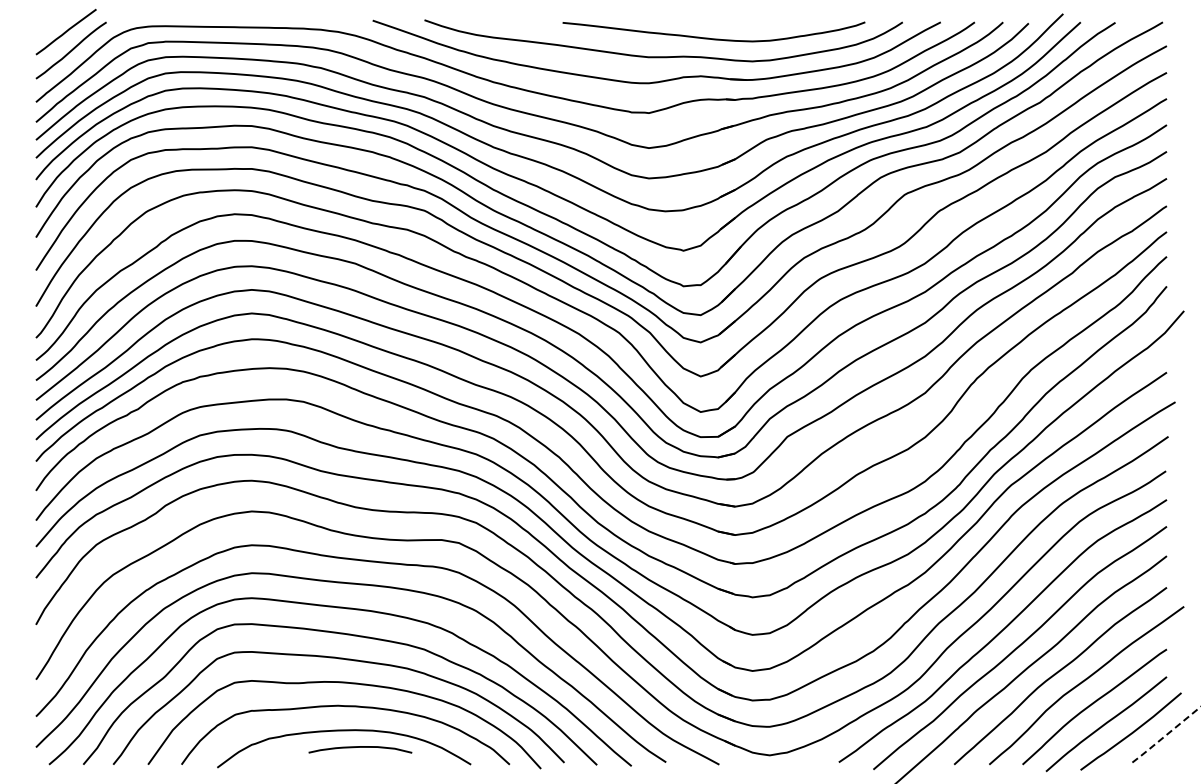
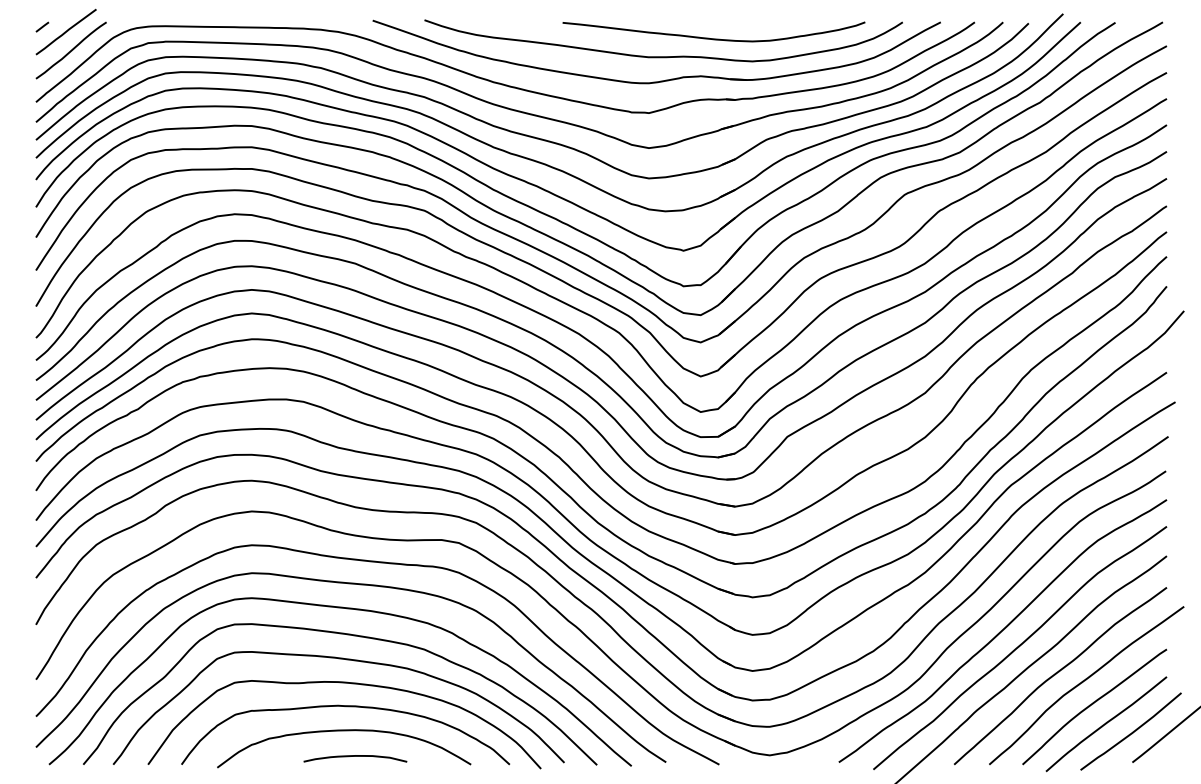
line at (42, 26): none -> present
line at (1165, 735): dashed -> solid
curve at (360, 747) position: (360, 747) -> (355, 756)
